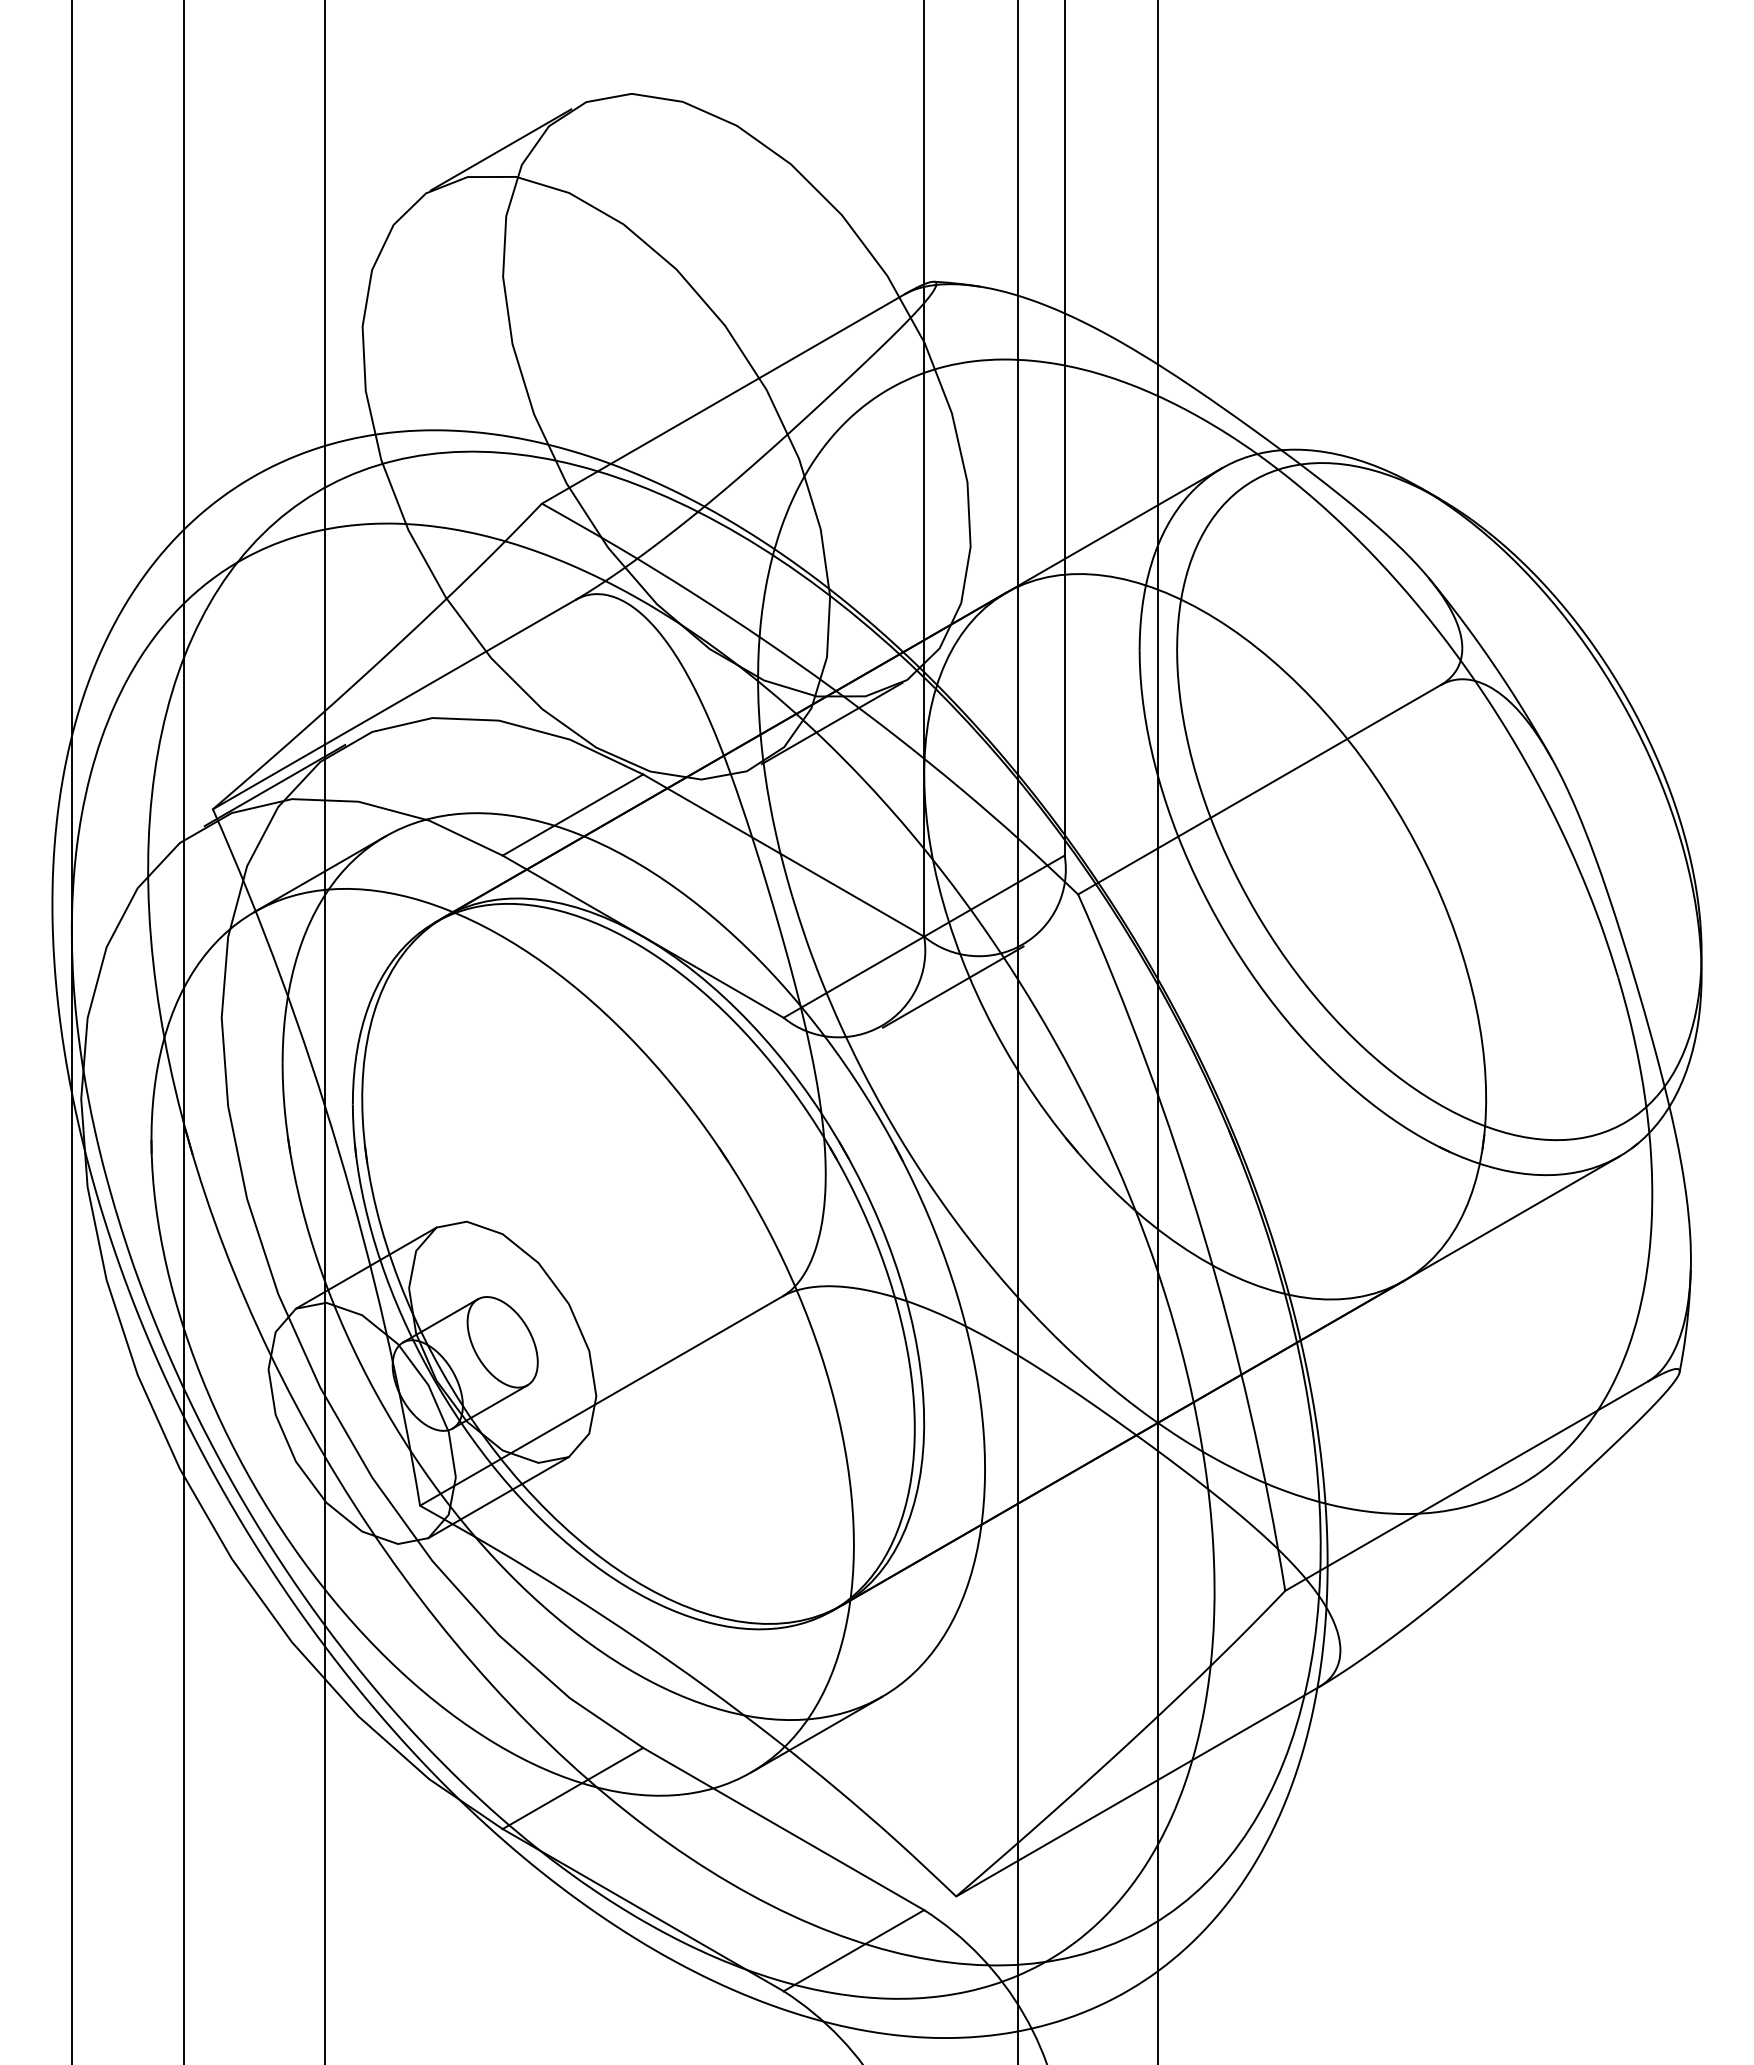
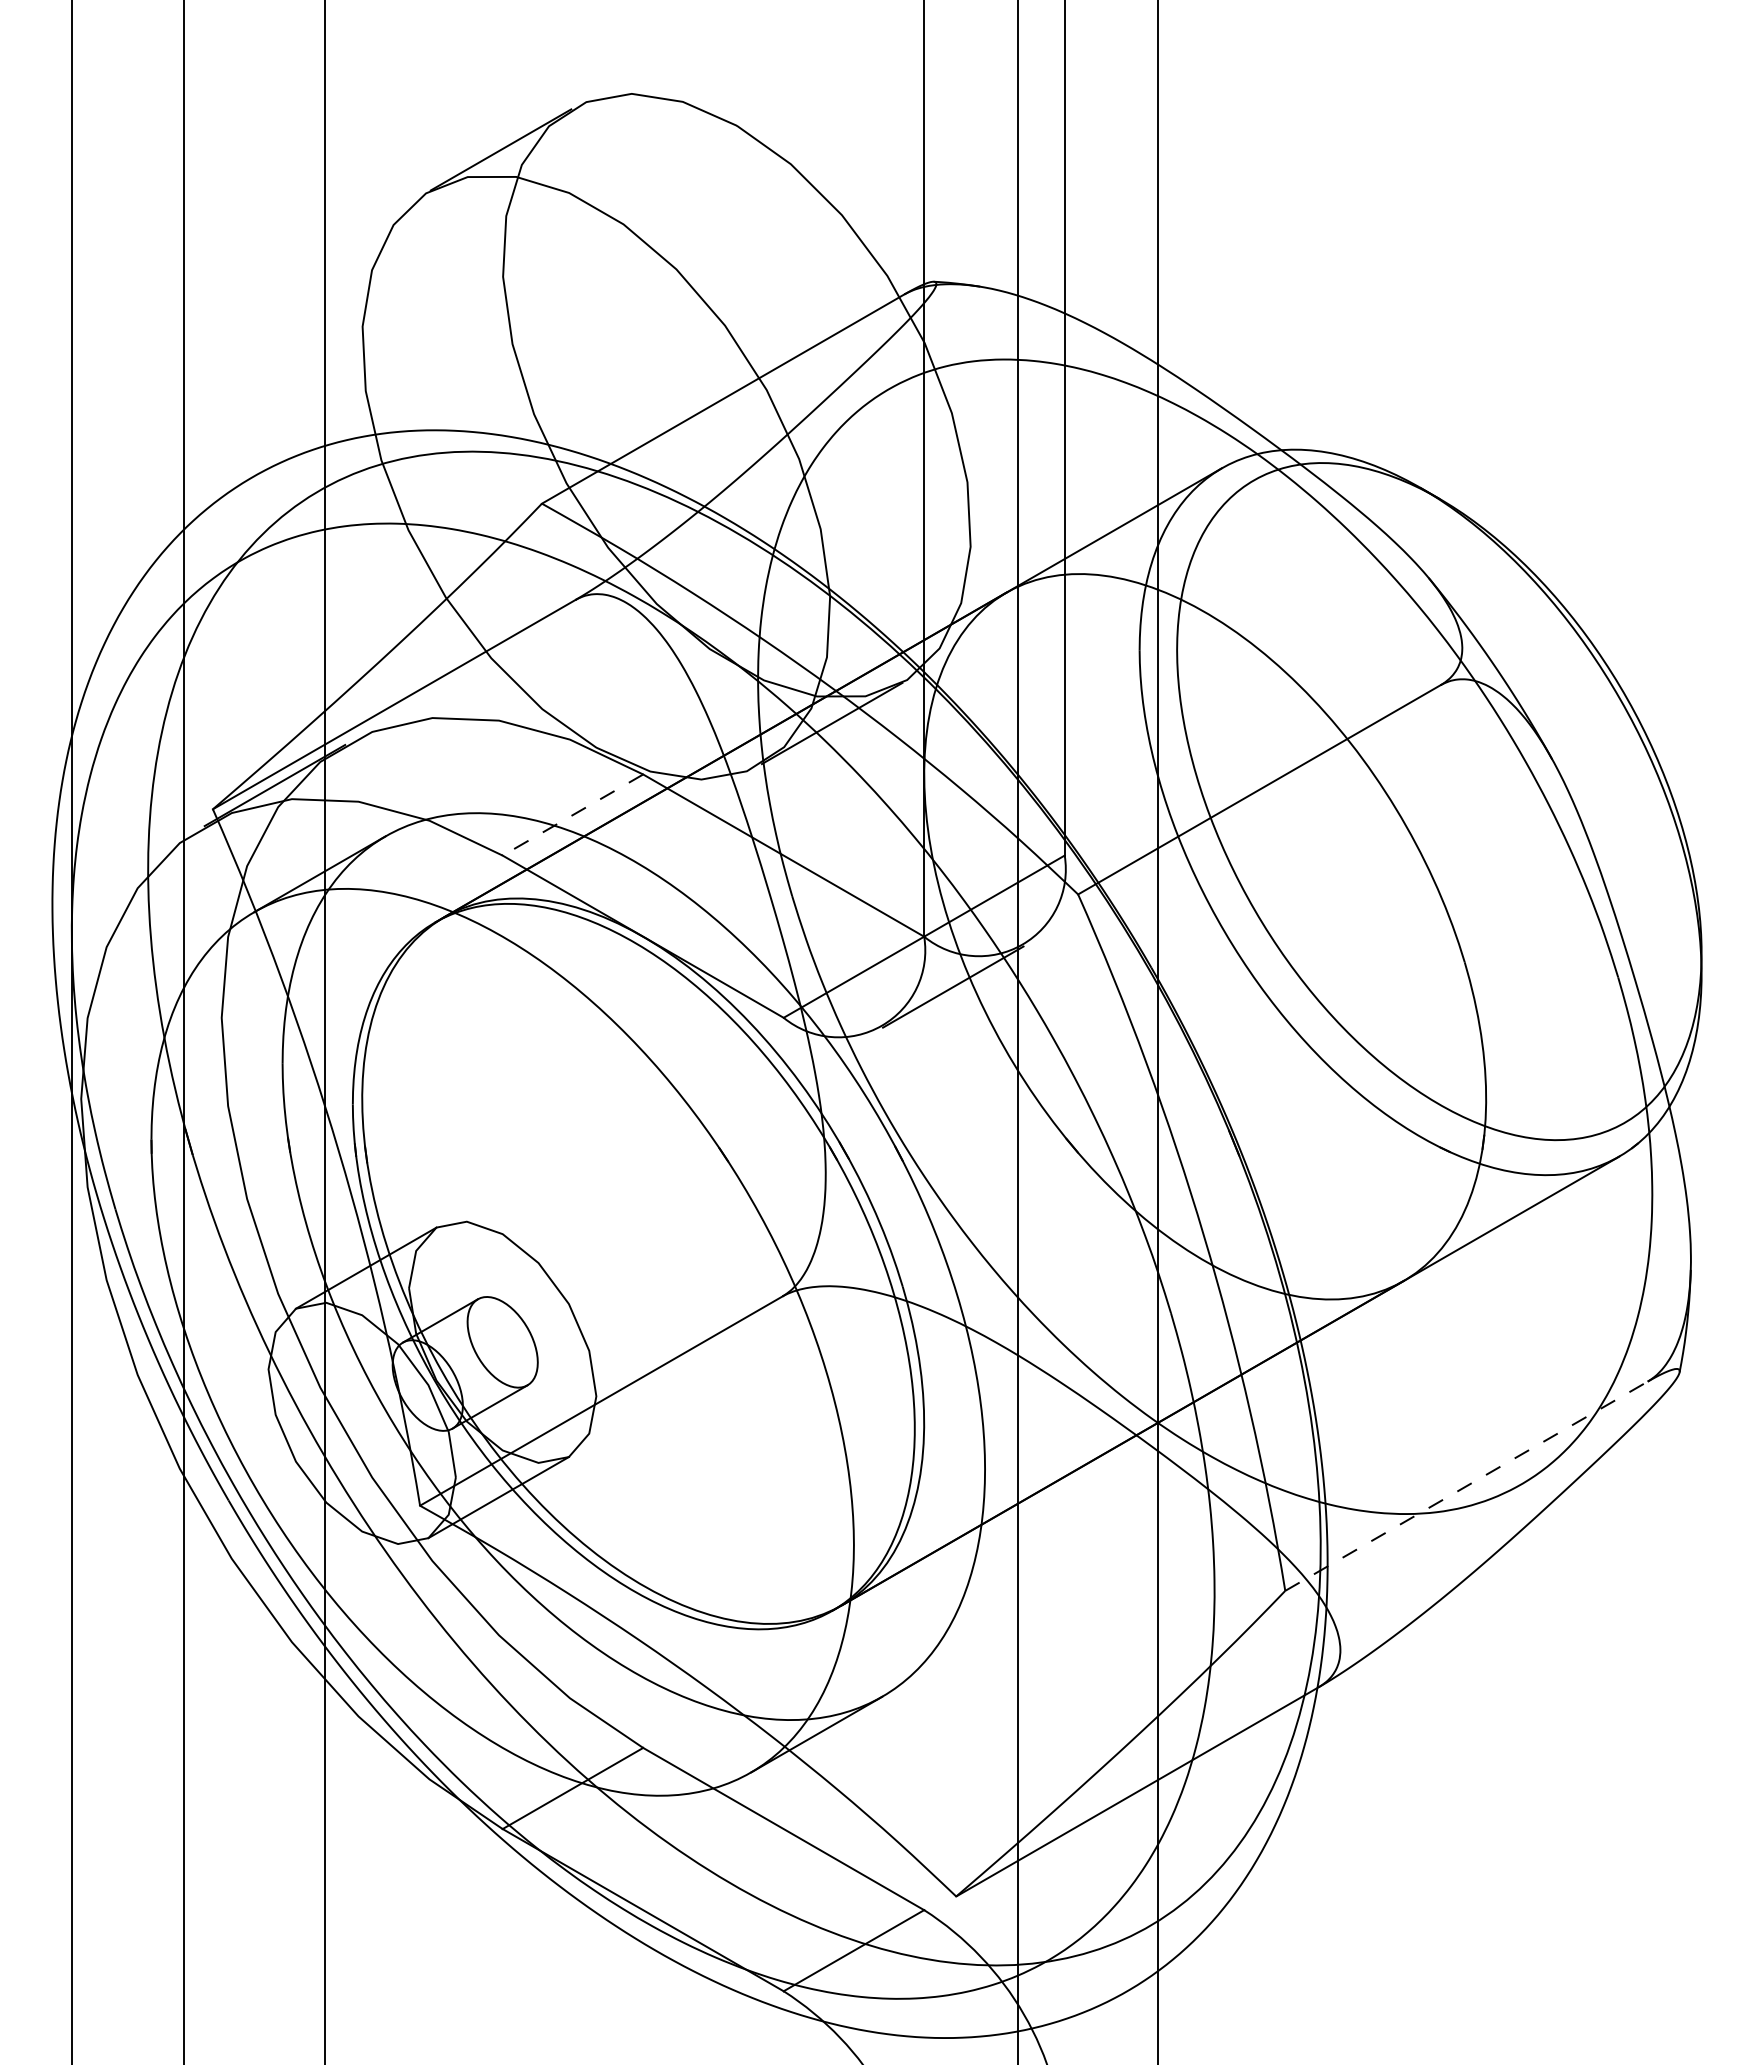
line at (572, 815): solid -> dashed
line at (1466, 1486): solid -> dashed
